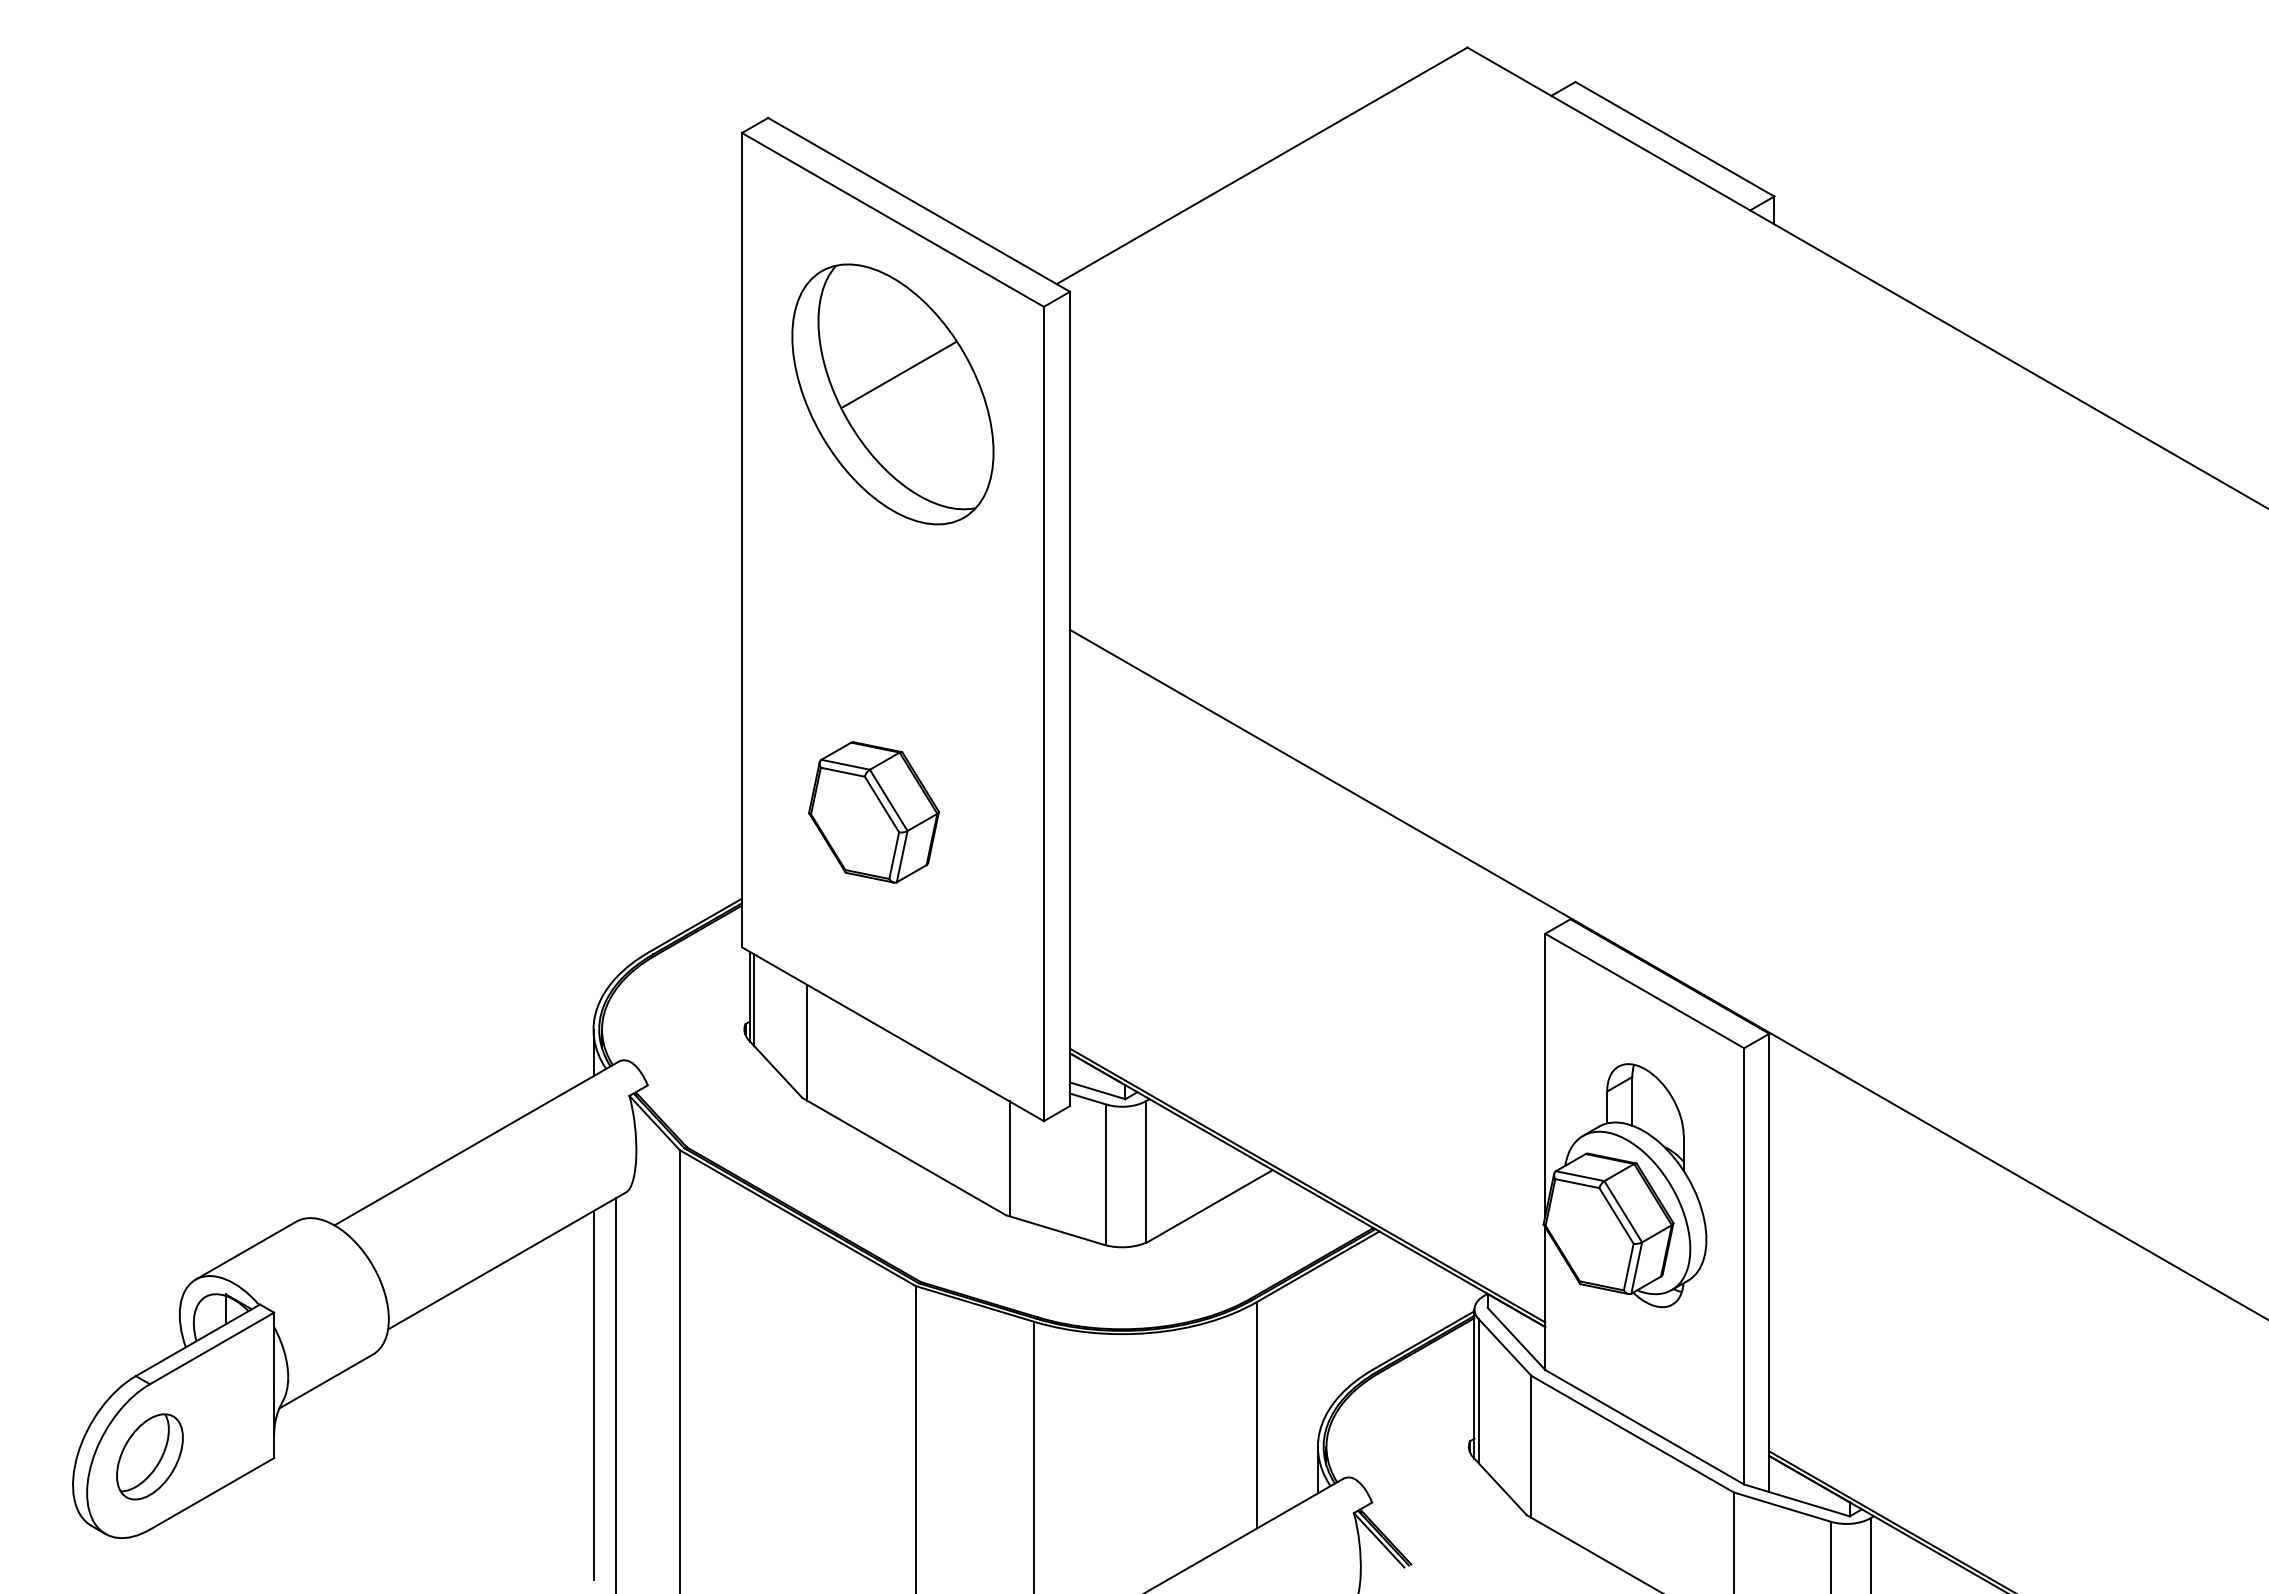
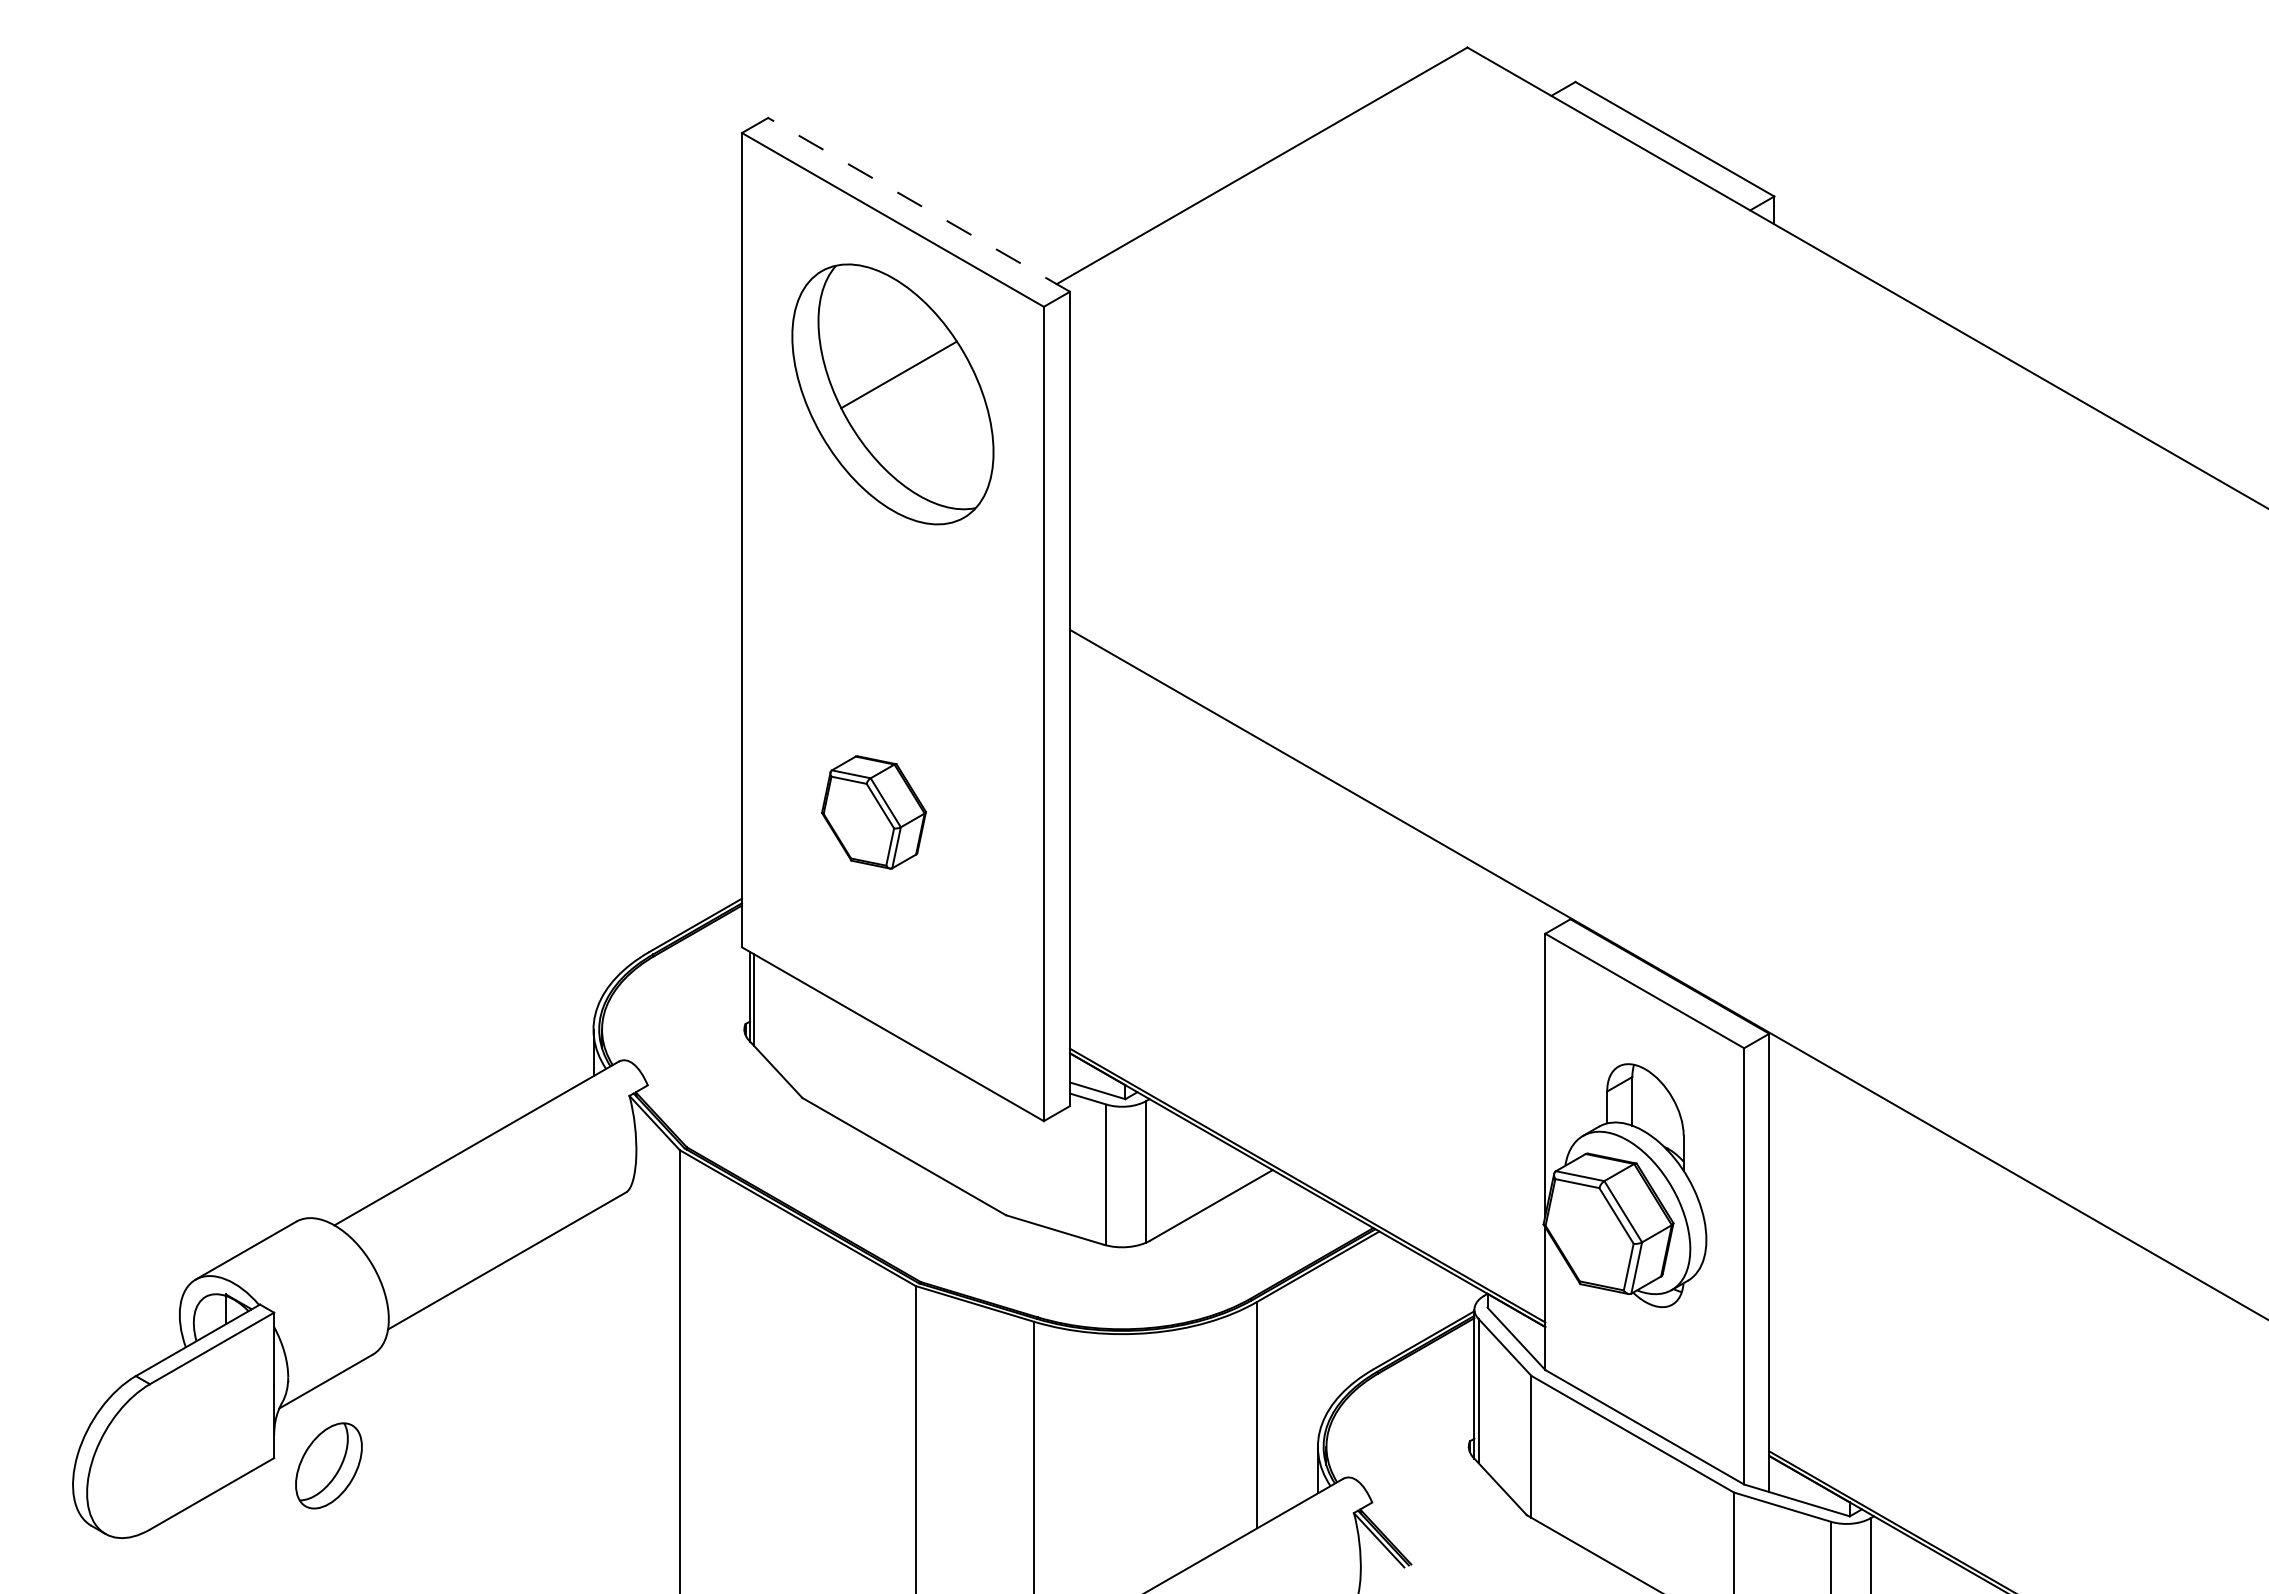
line at (918, 204): solid -> dashed
part at (873, 812) size: 132x143 px -> 106x115 px
line at (807, 1042): present -> none
line at (1009, 1158): present -> none
line at (615, 1394): present -> none
line at (593, 1395): present -> none
part at (149, 1456) position: (149, 1456) -> (328, 1465)
